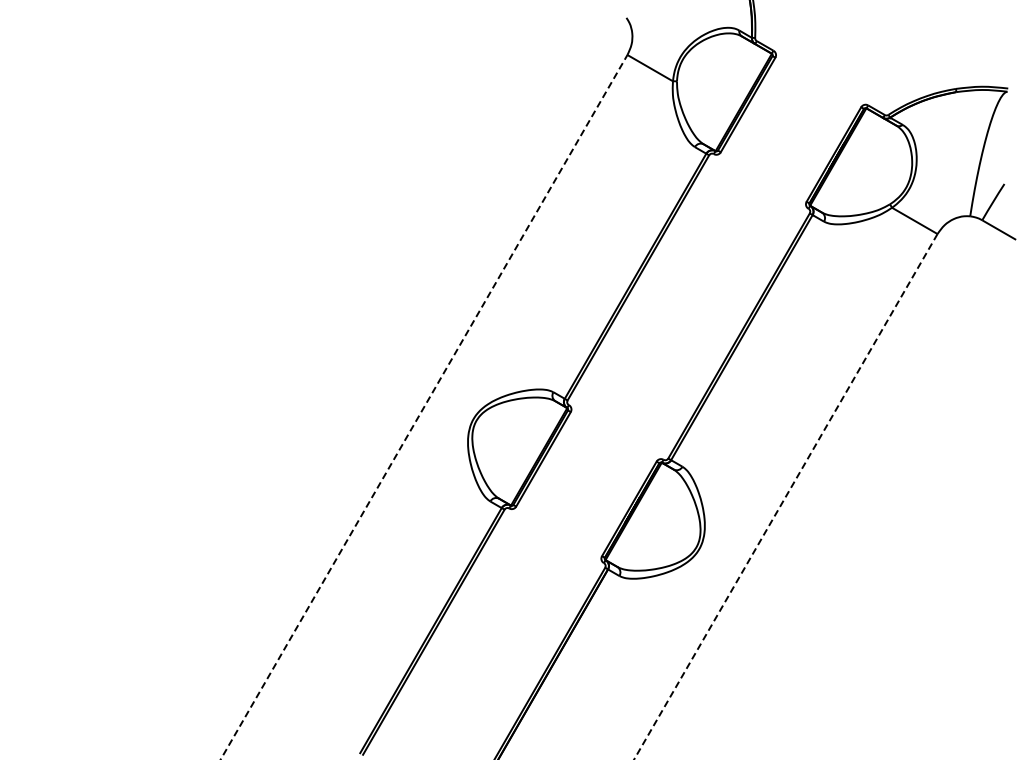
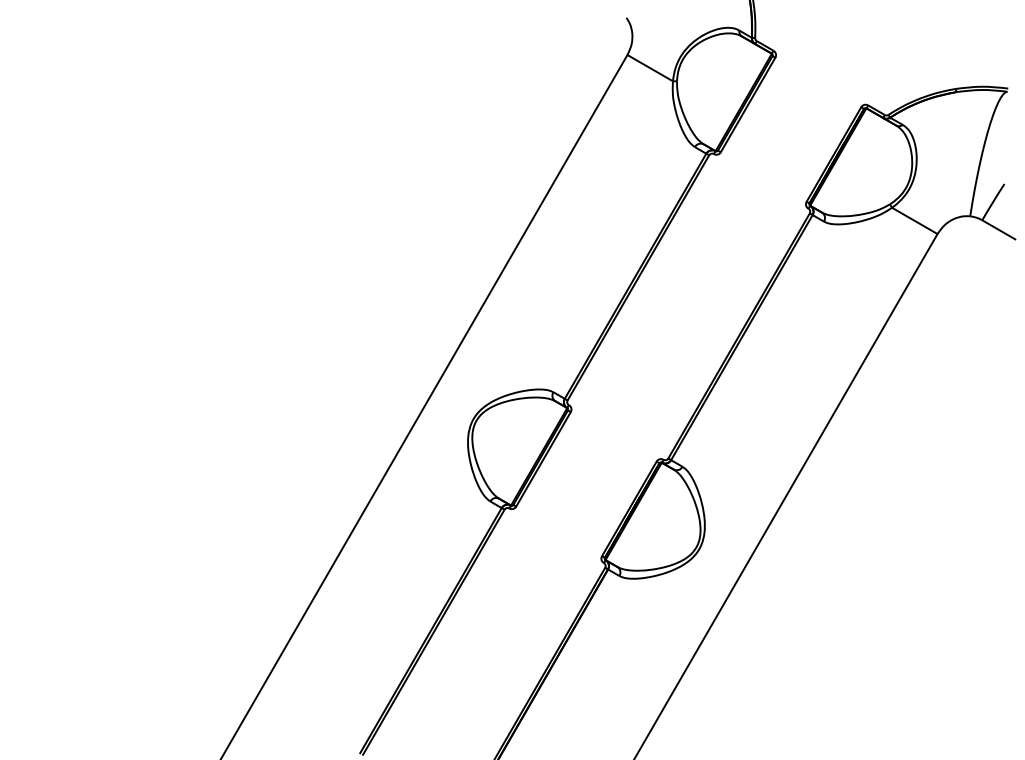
line at (424, 407): dashed -> solid
line at (785, 497): dashed -> solid
